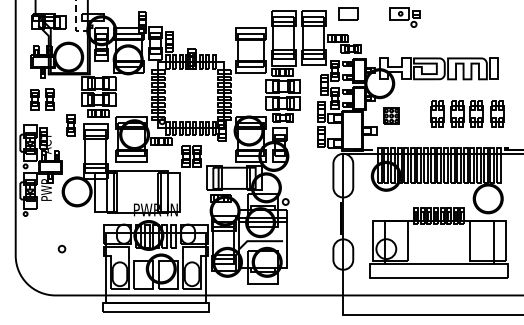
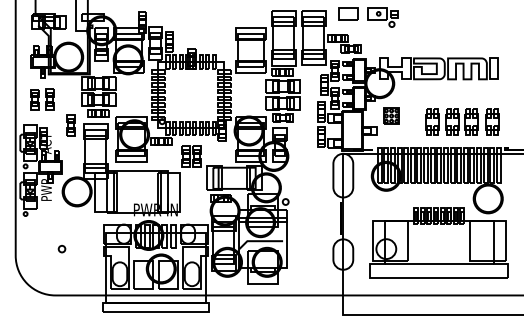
part at (404, 17) position: (404, 17) -> (382, 17)
line at (75, 22): dashed -> solid
part at (467, 113) position: (467, 113) -> (462, 121)
